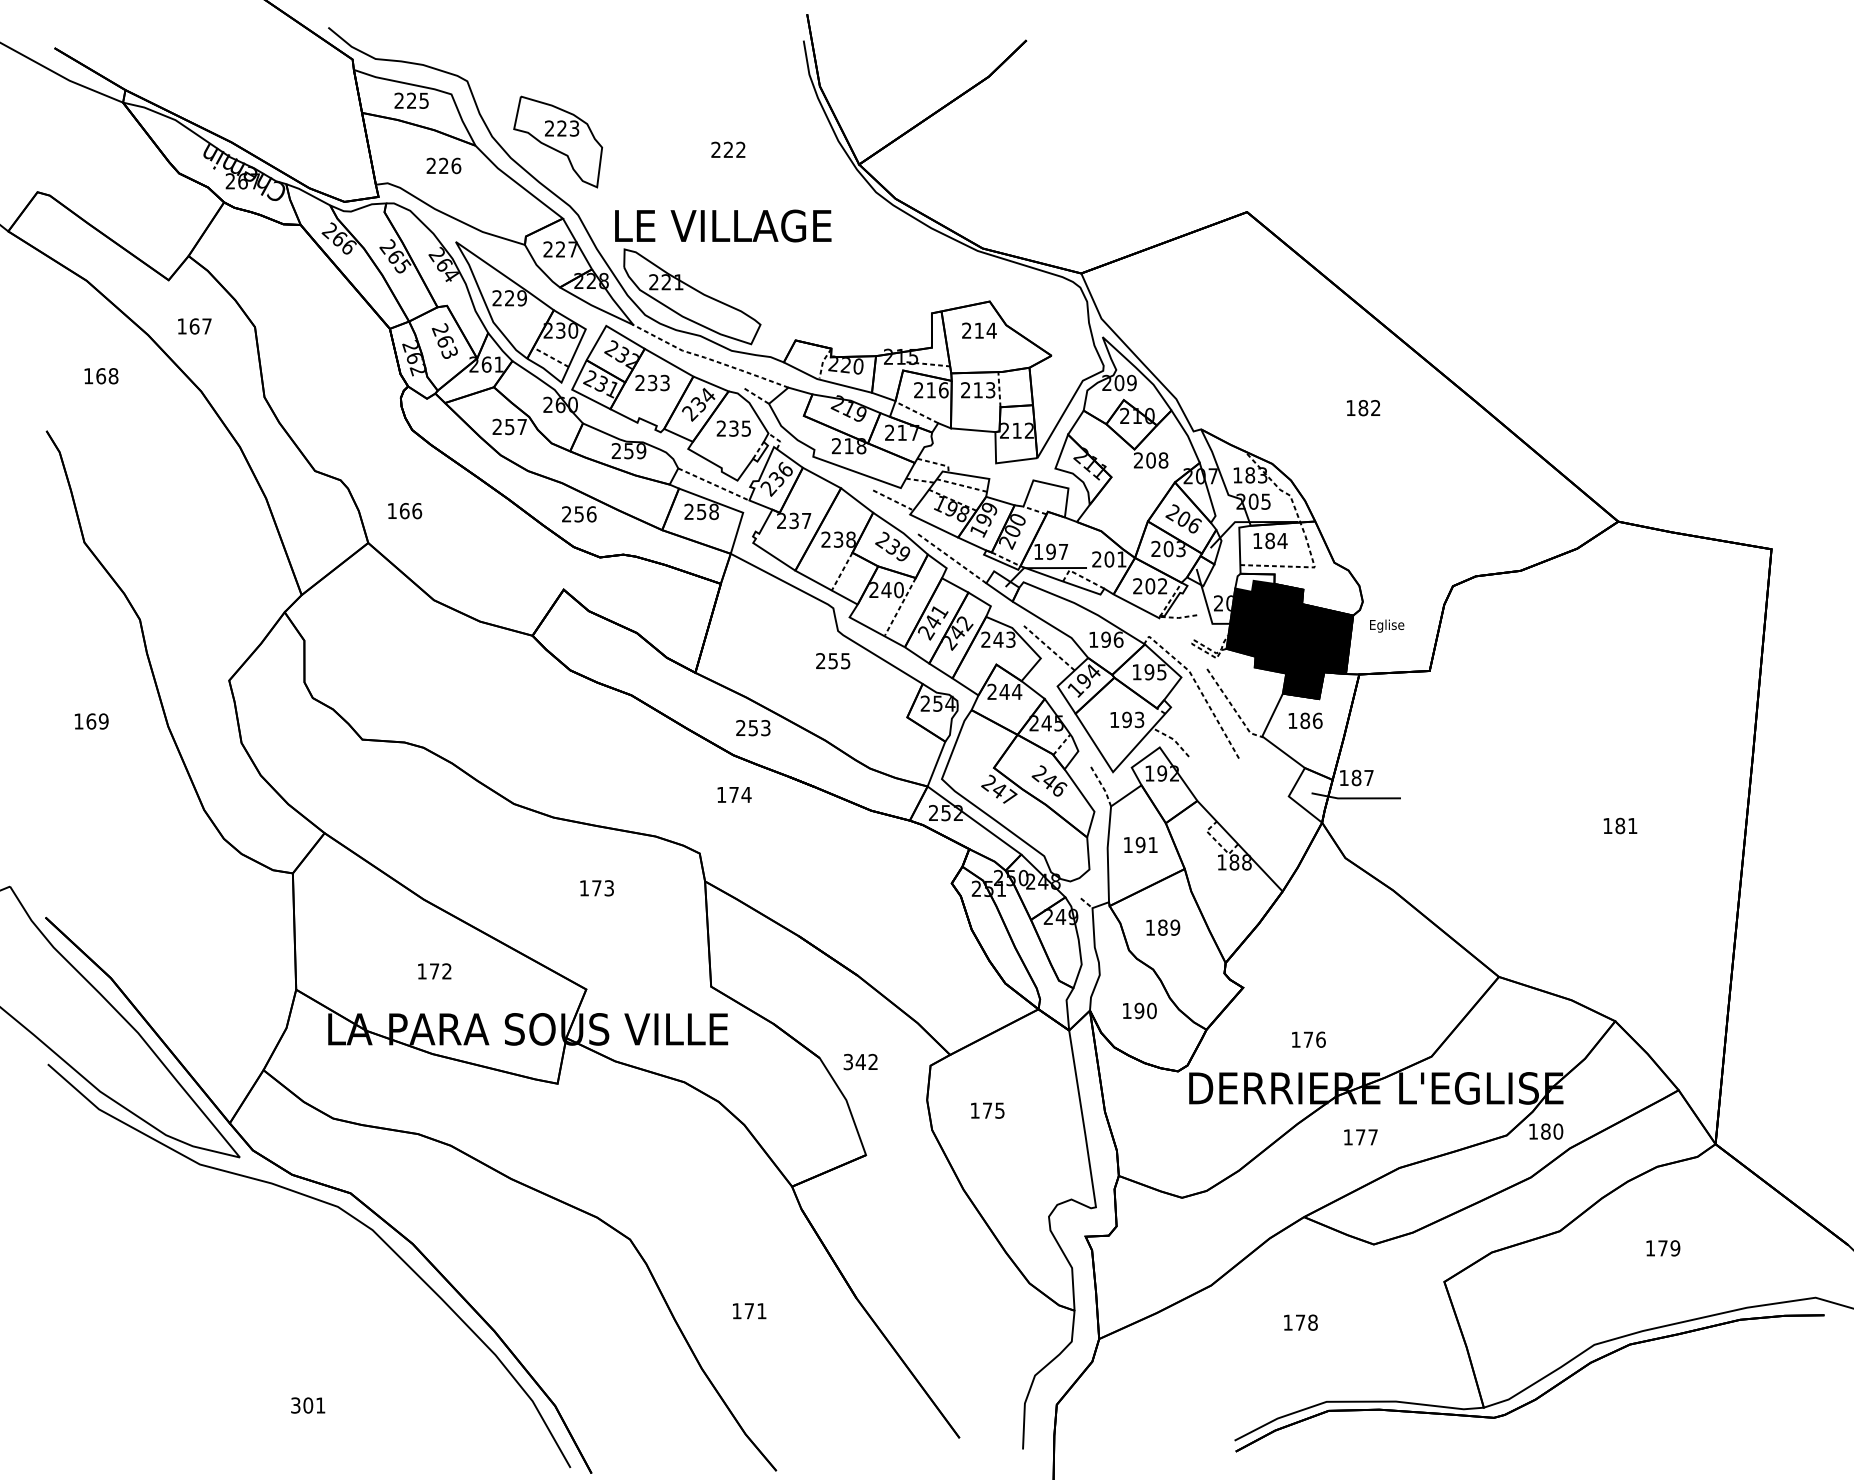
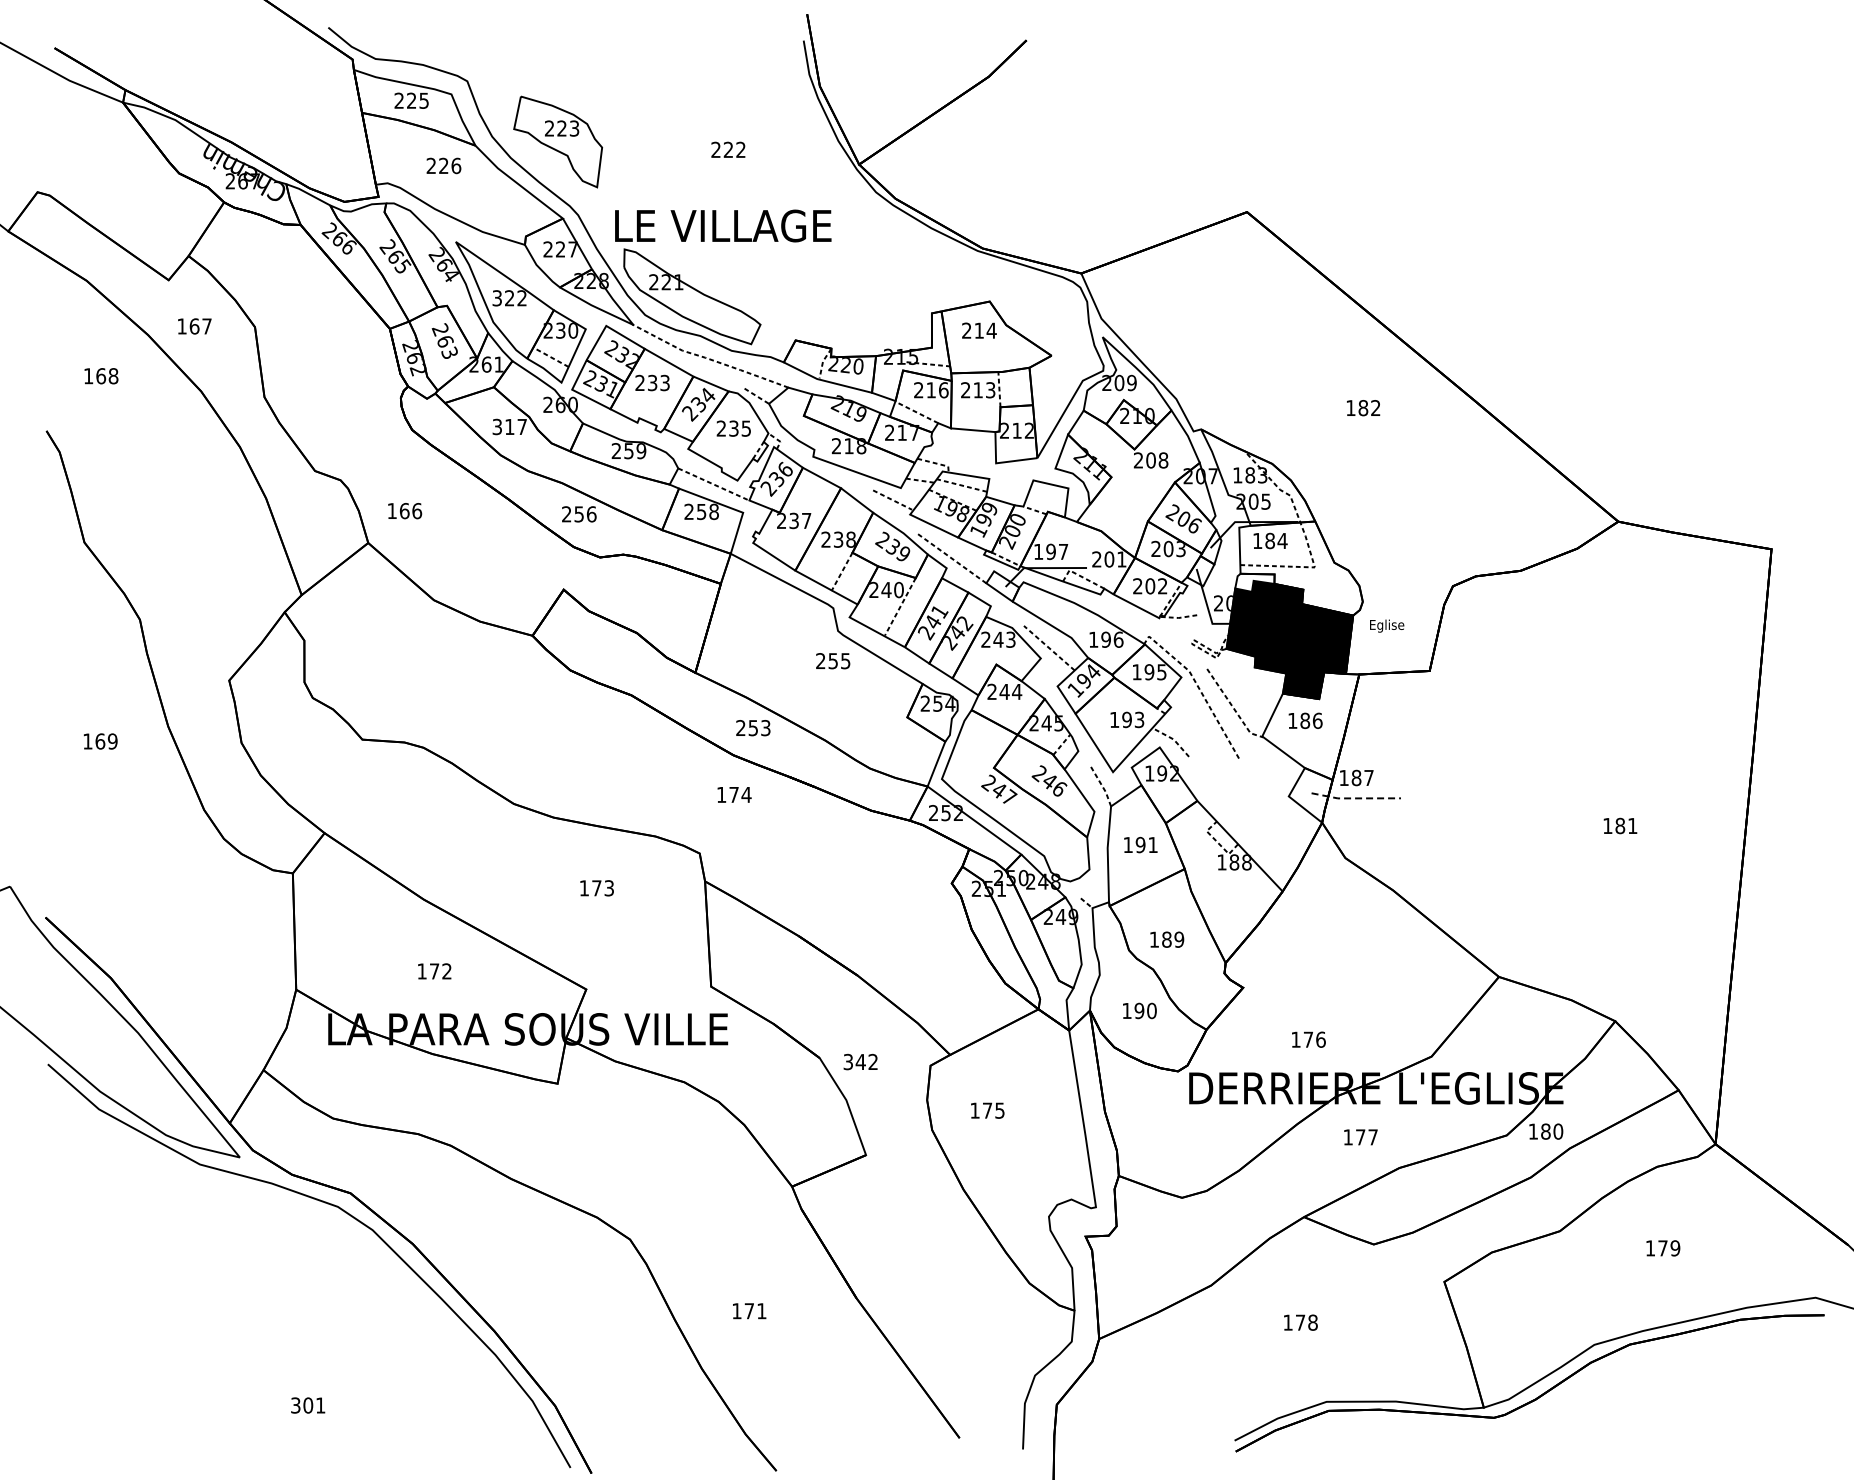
text at (509, 298): 229 -> 322
text at (503, 427): 257 -> 317
text at (91, 721) position: (91, 721) -> (100, 741)
line at (1355, 798): solid -> dashed
text at (1163, 927) position: (1163, 927) -> (1167, 939)
